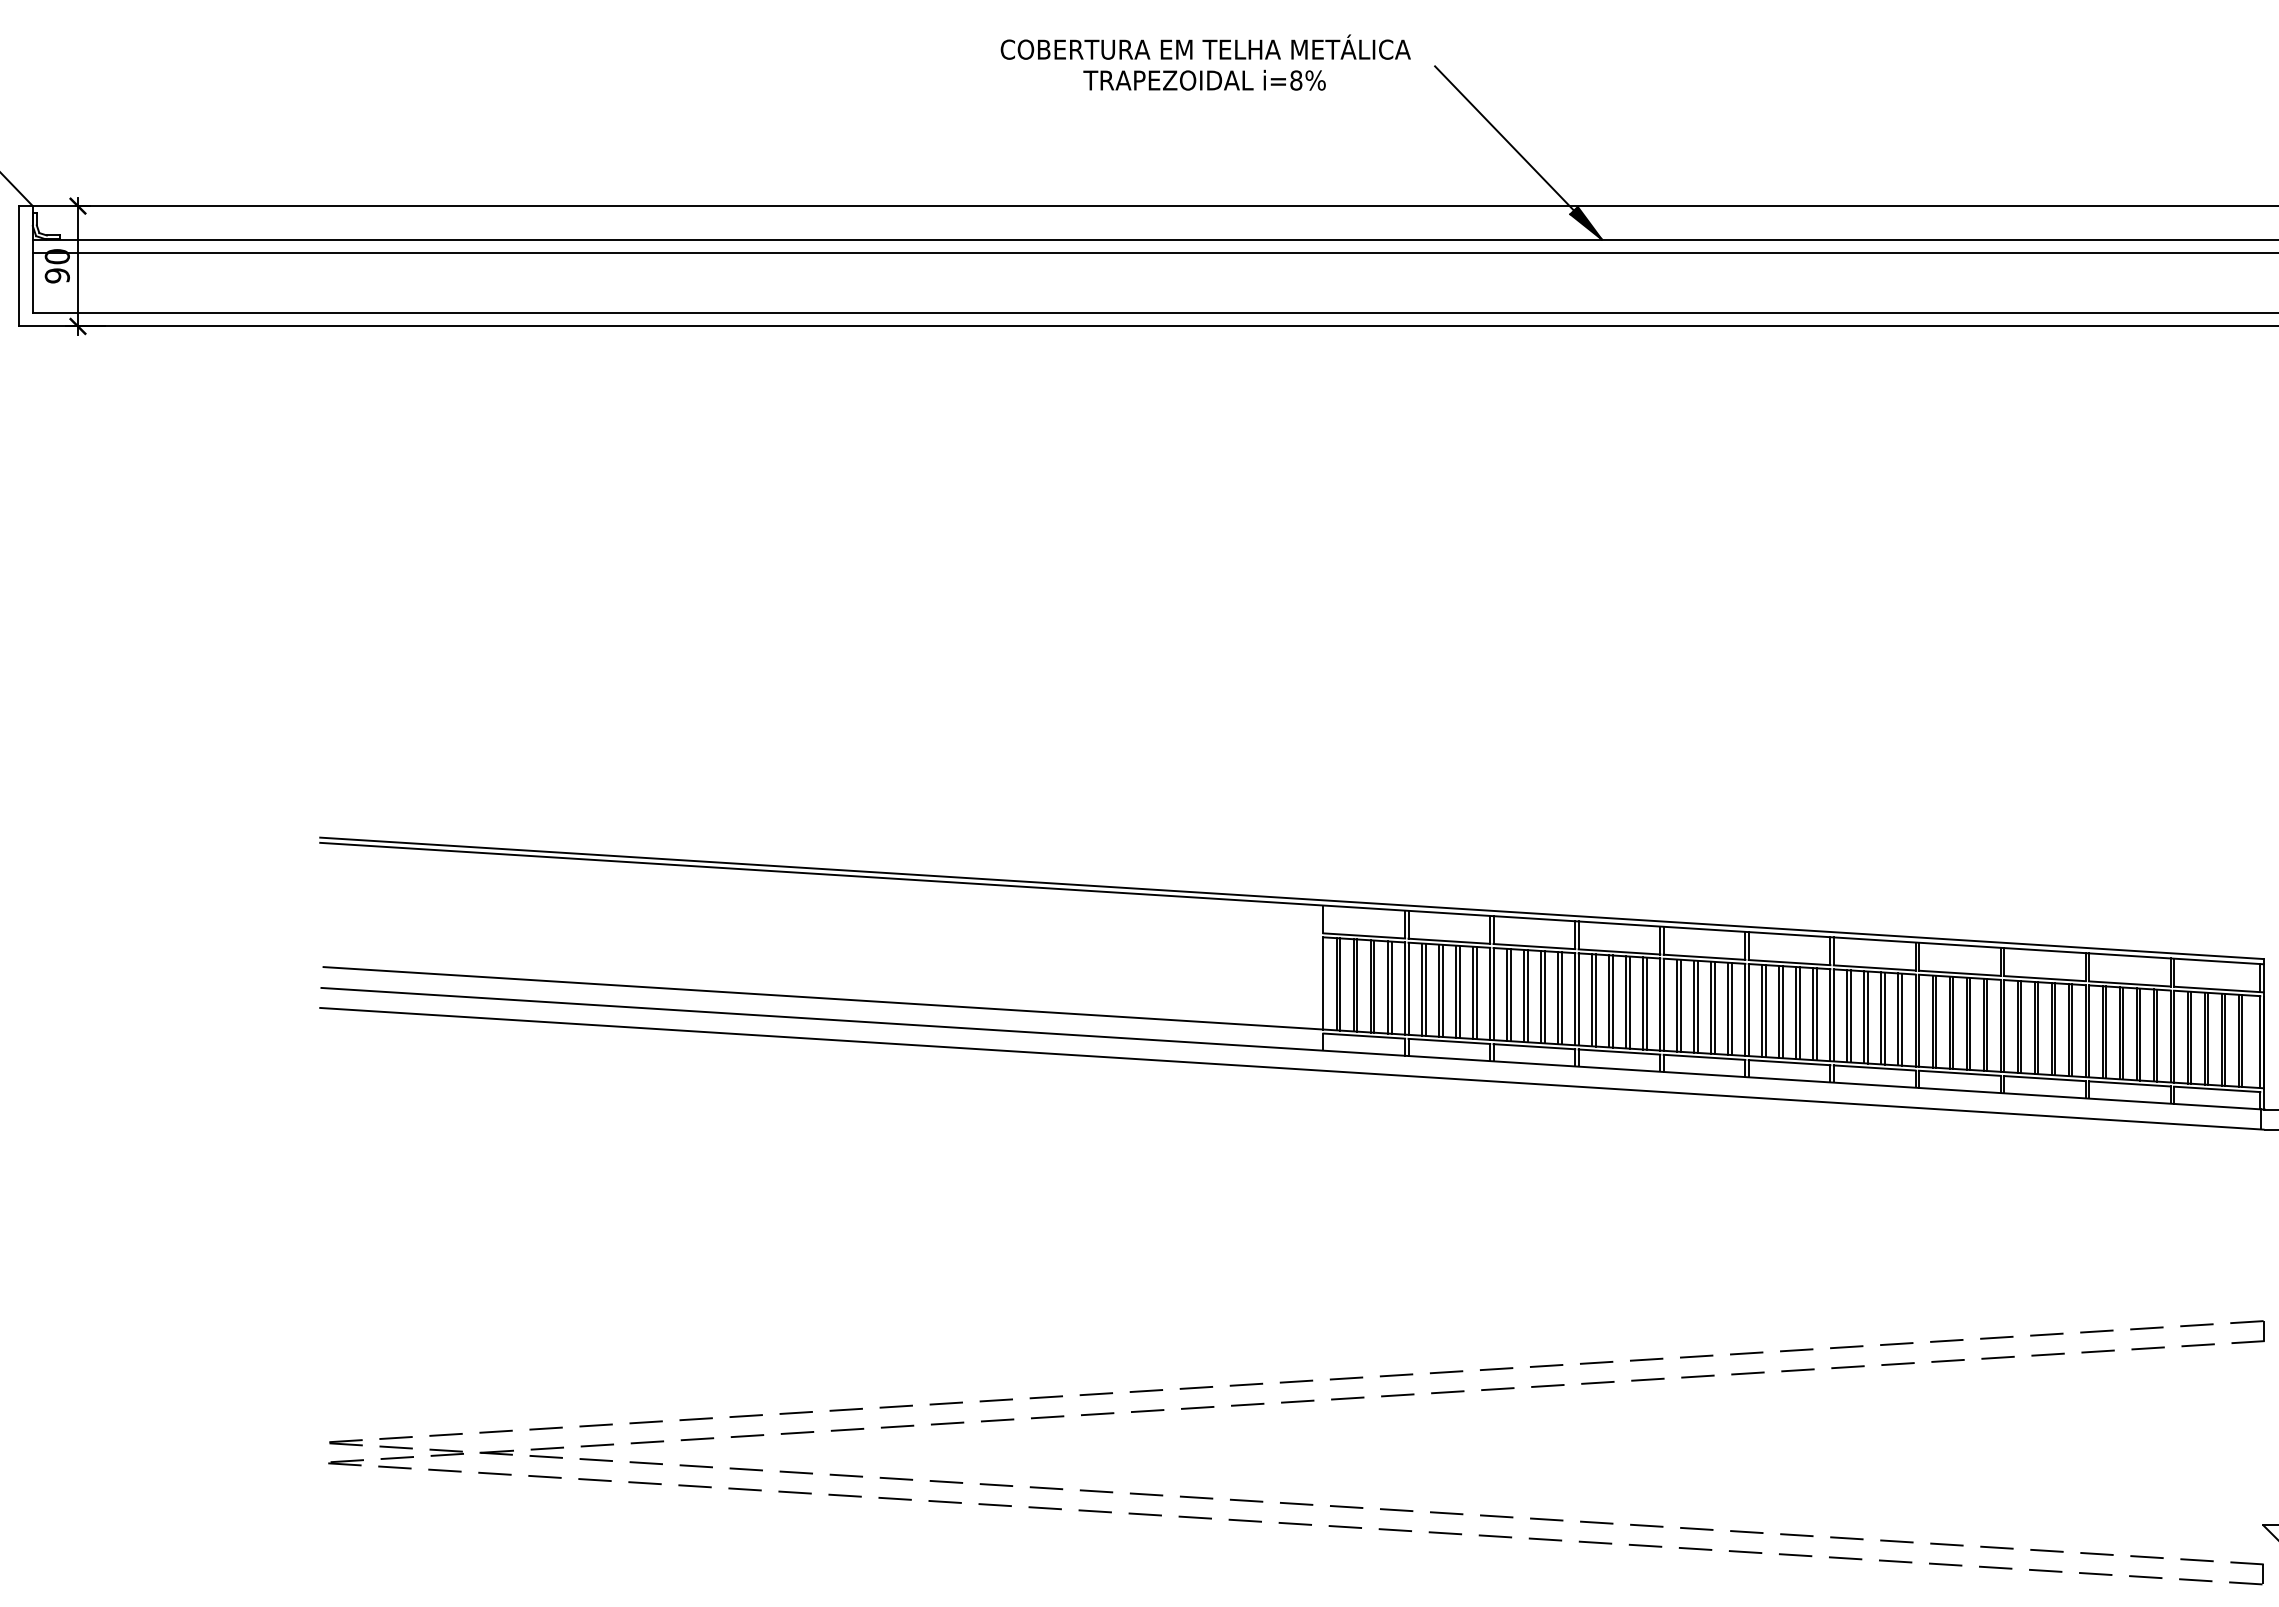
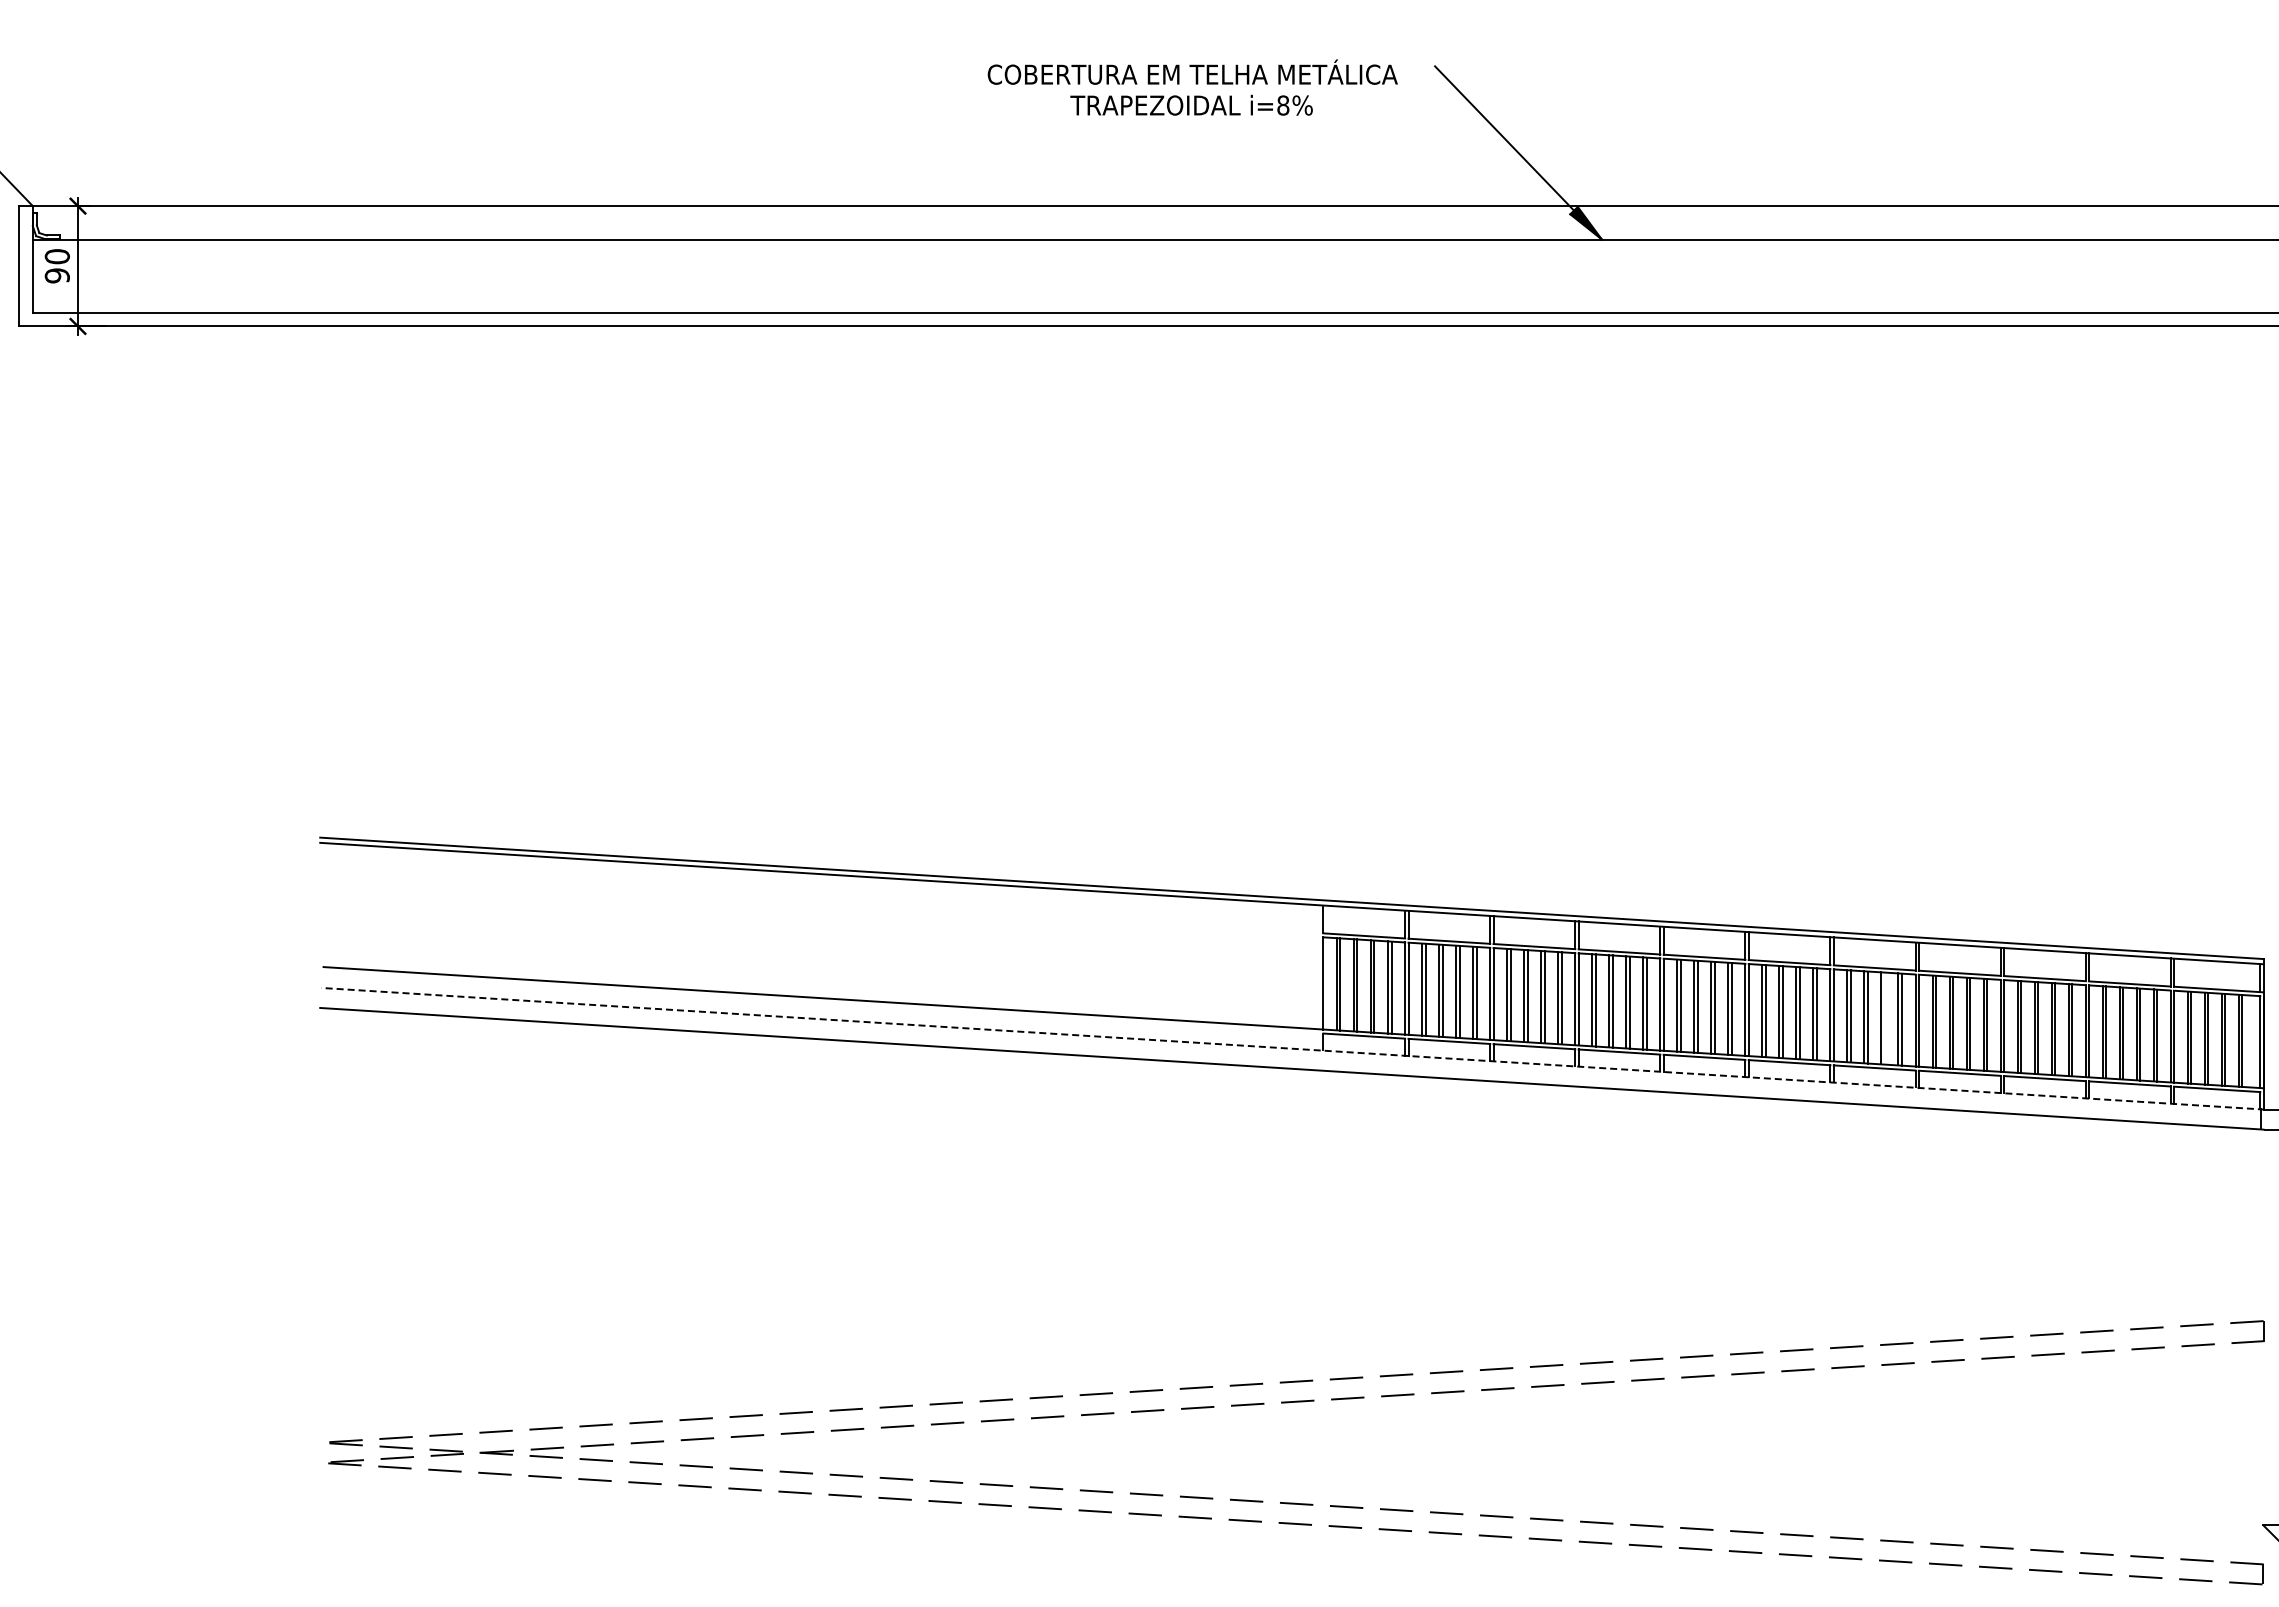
text at (1205, 62) position: (1205, 62) -> (1192, 87)
line at (1153, 252): present -> none
line at (1884, 1018): present -> none
line at (1293, 1048): solid -> dashed
